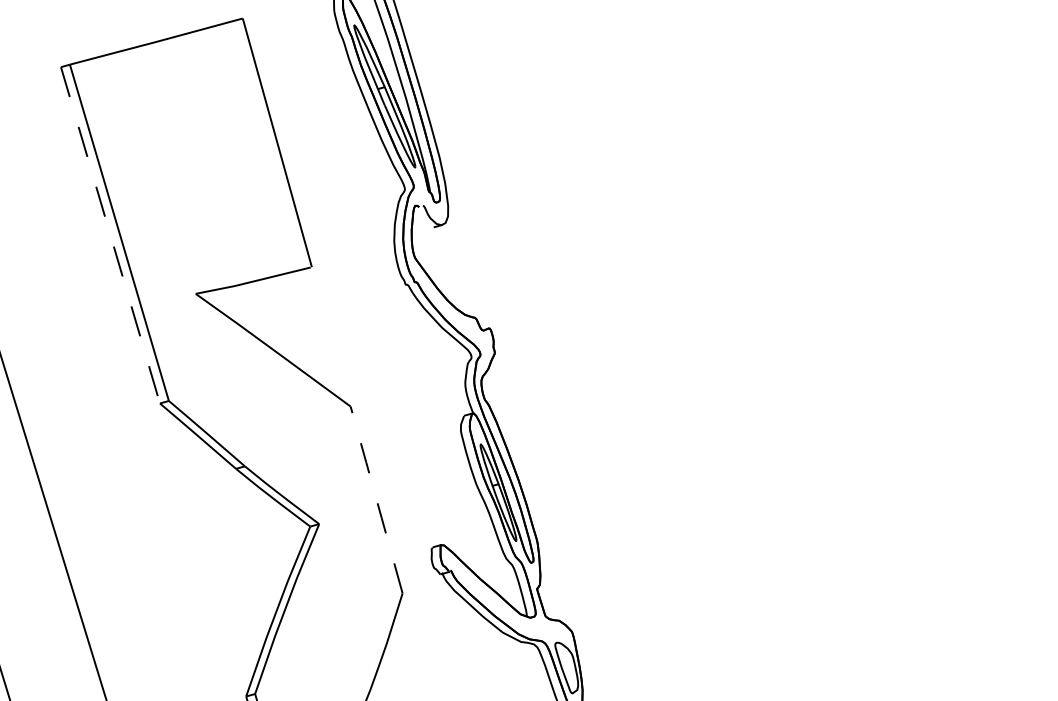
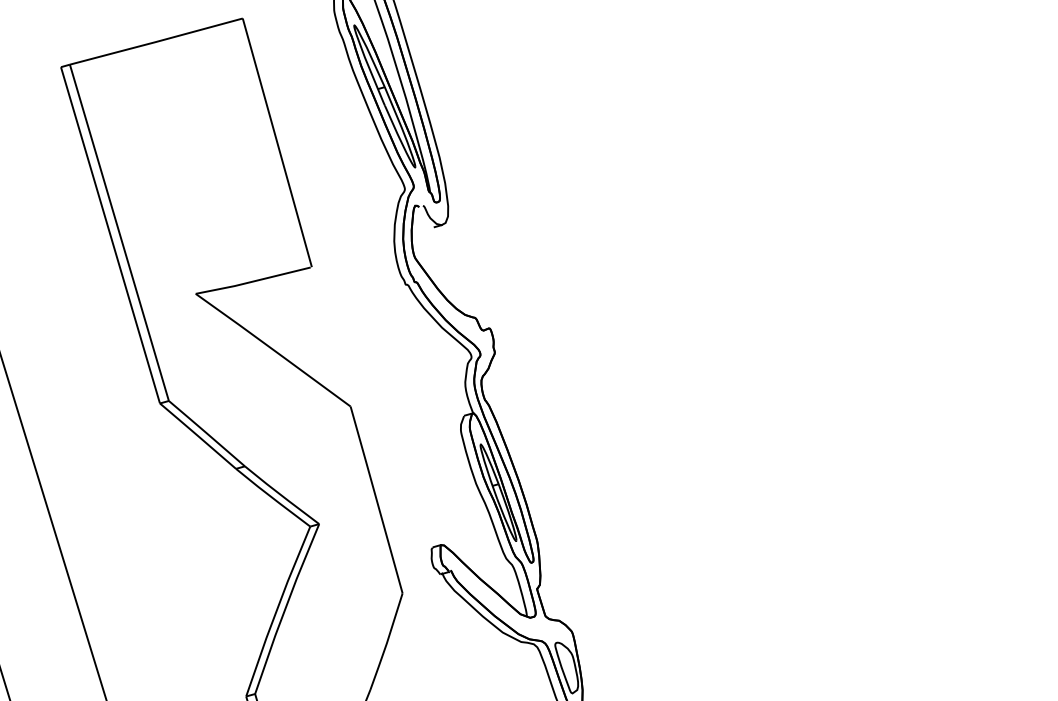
line at (110, 235): dashed -> solid
line at (376, 499): dashed -> solid
